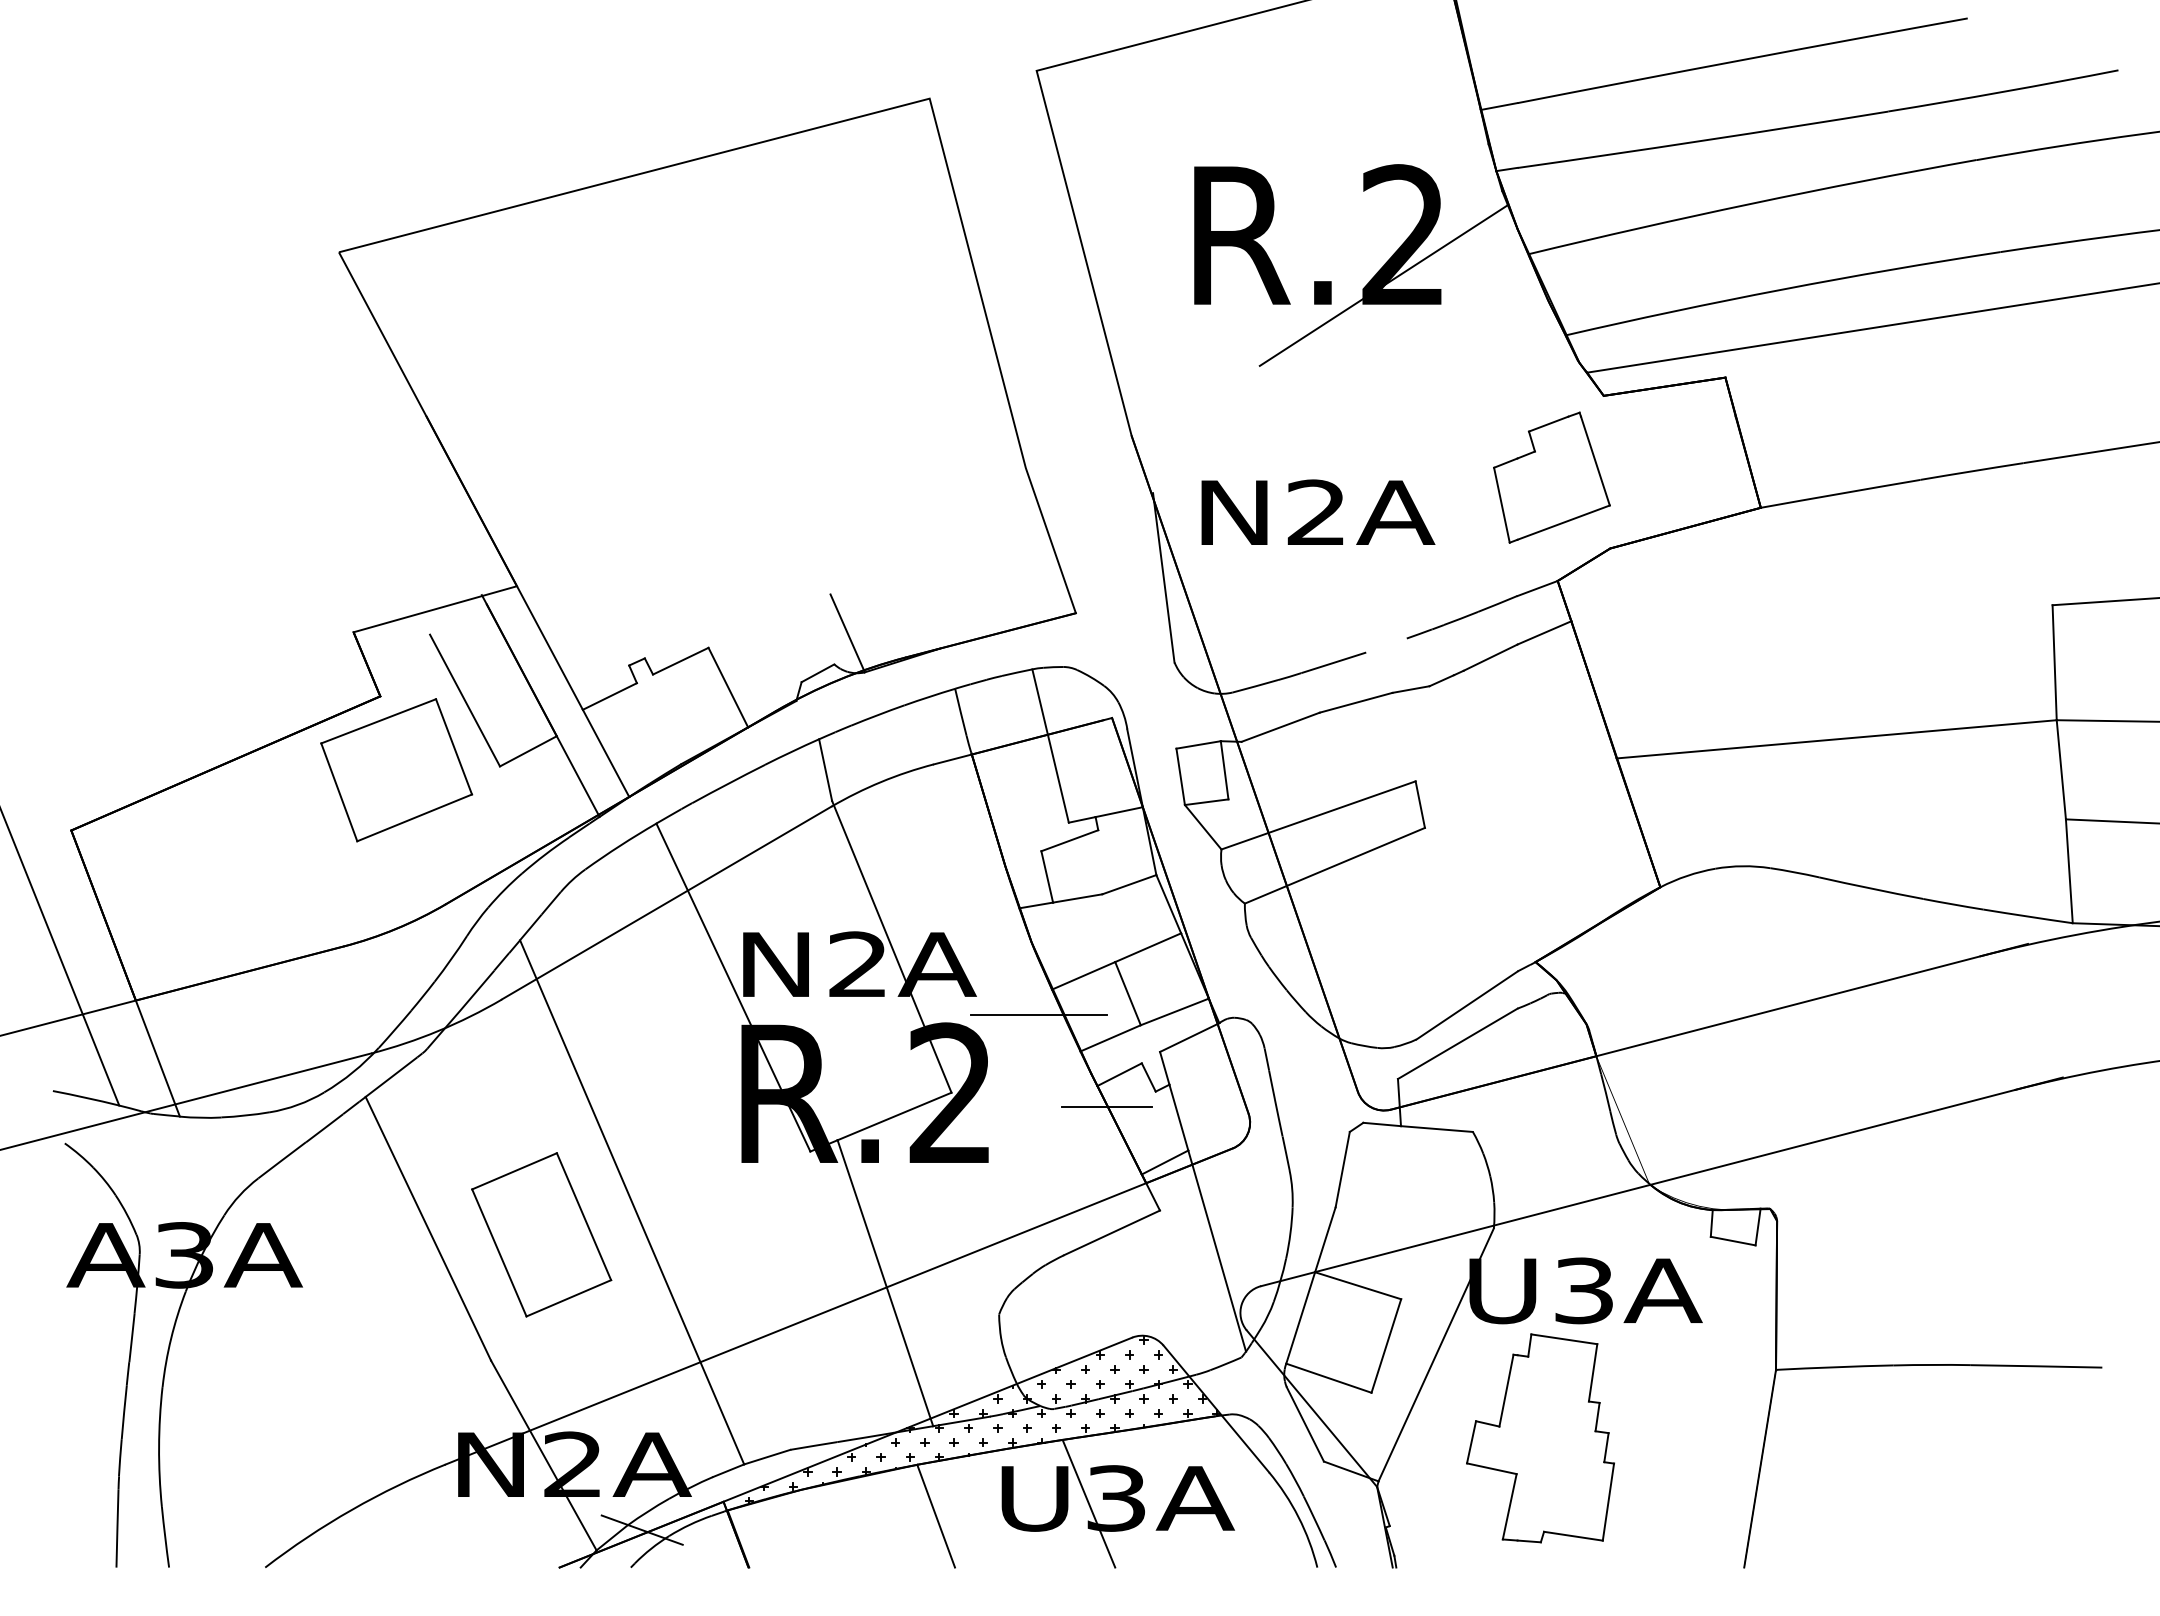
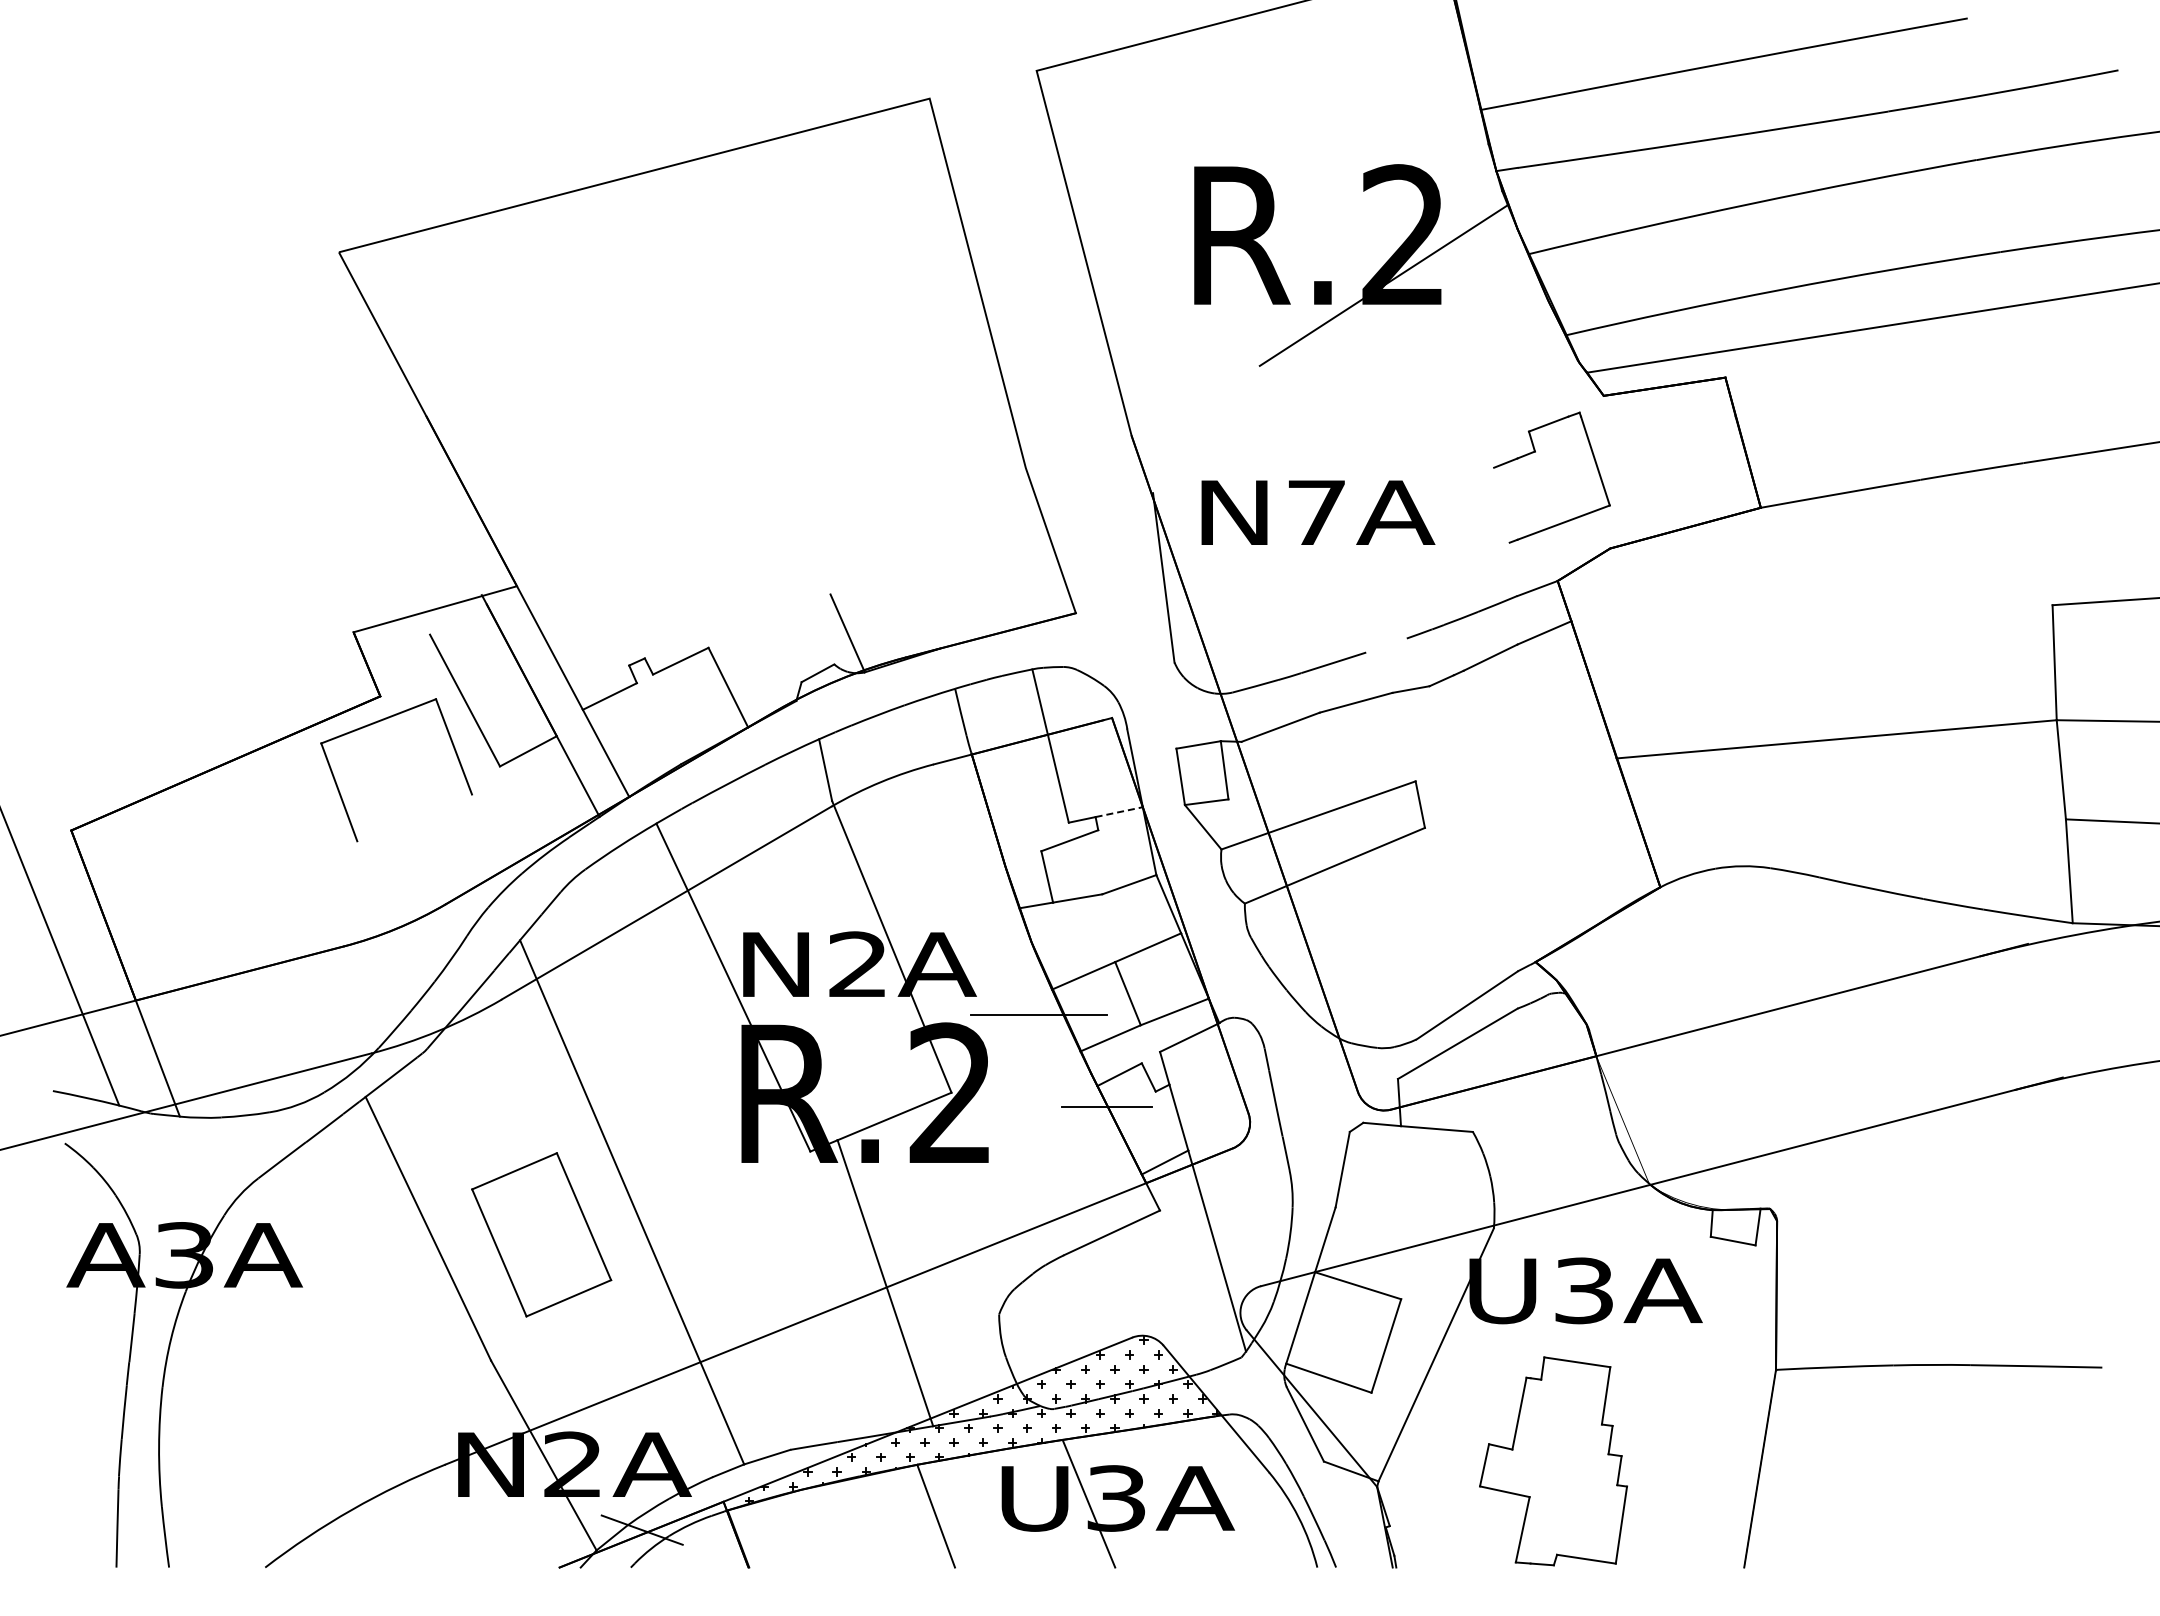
line at (1501, 504): present -> none
text at (1315, 511): N2A -> N7A
line at (1119, 812): solid -> dashed
line at (414, 817): present -> none
part at (1540, 1438) position: (1540, 1438) -> (1553, 1461)
